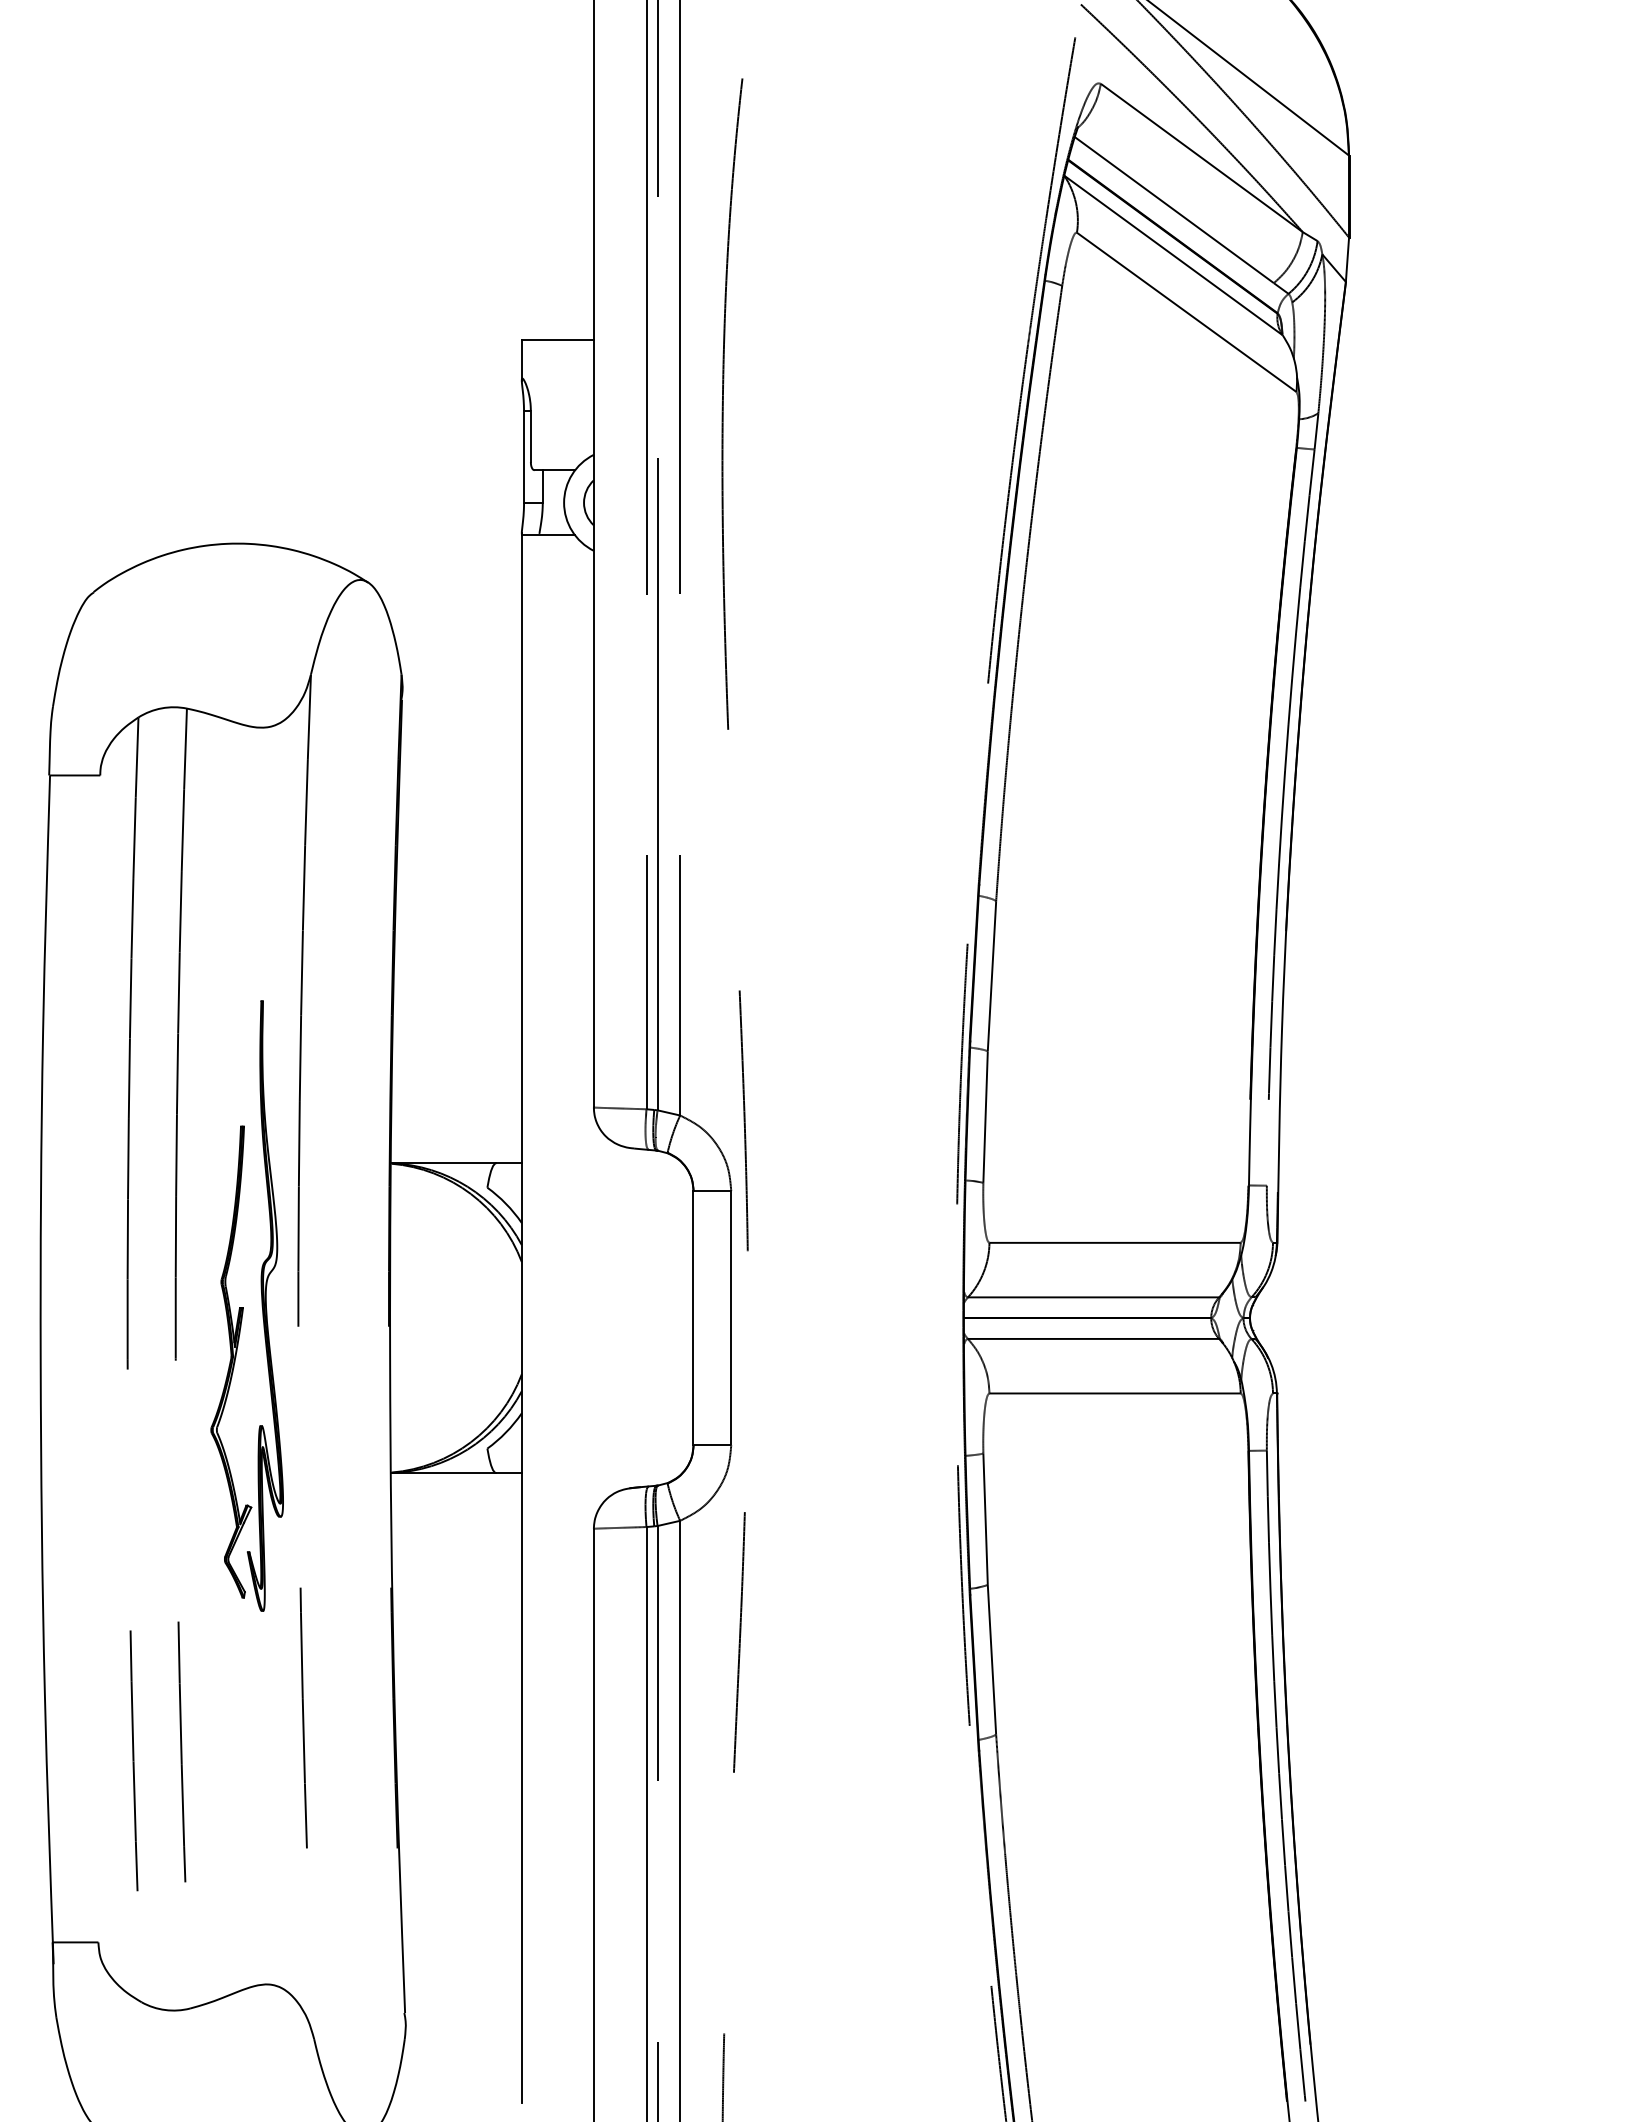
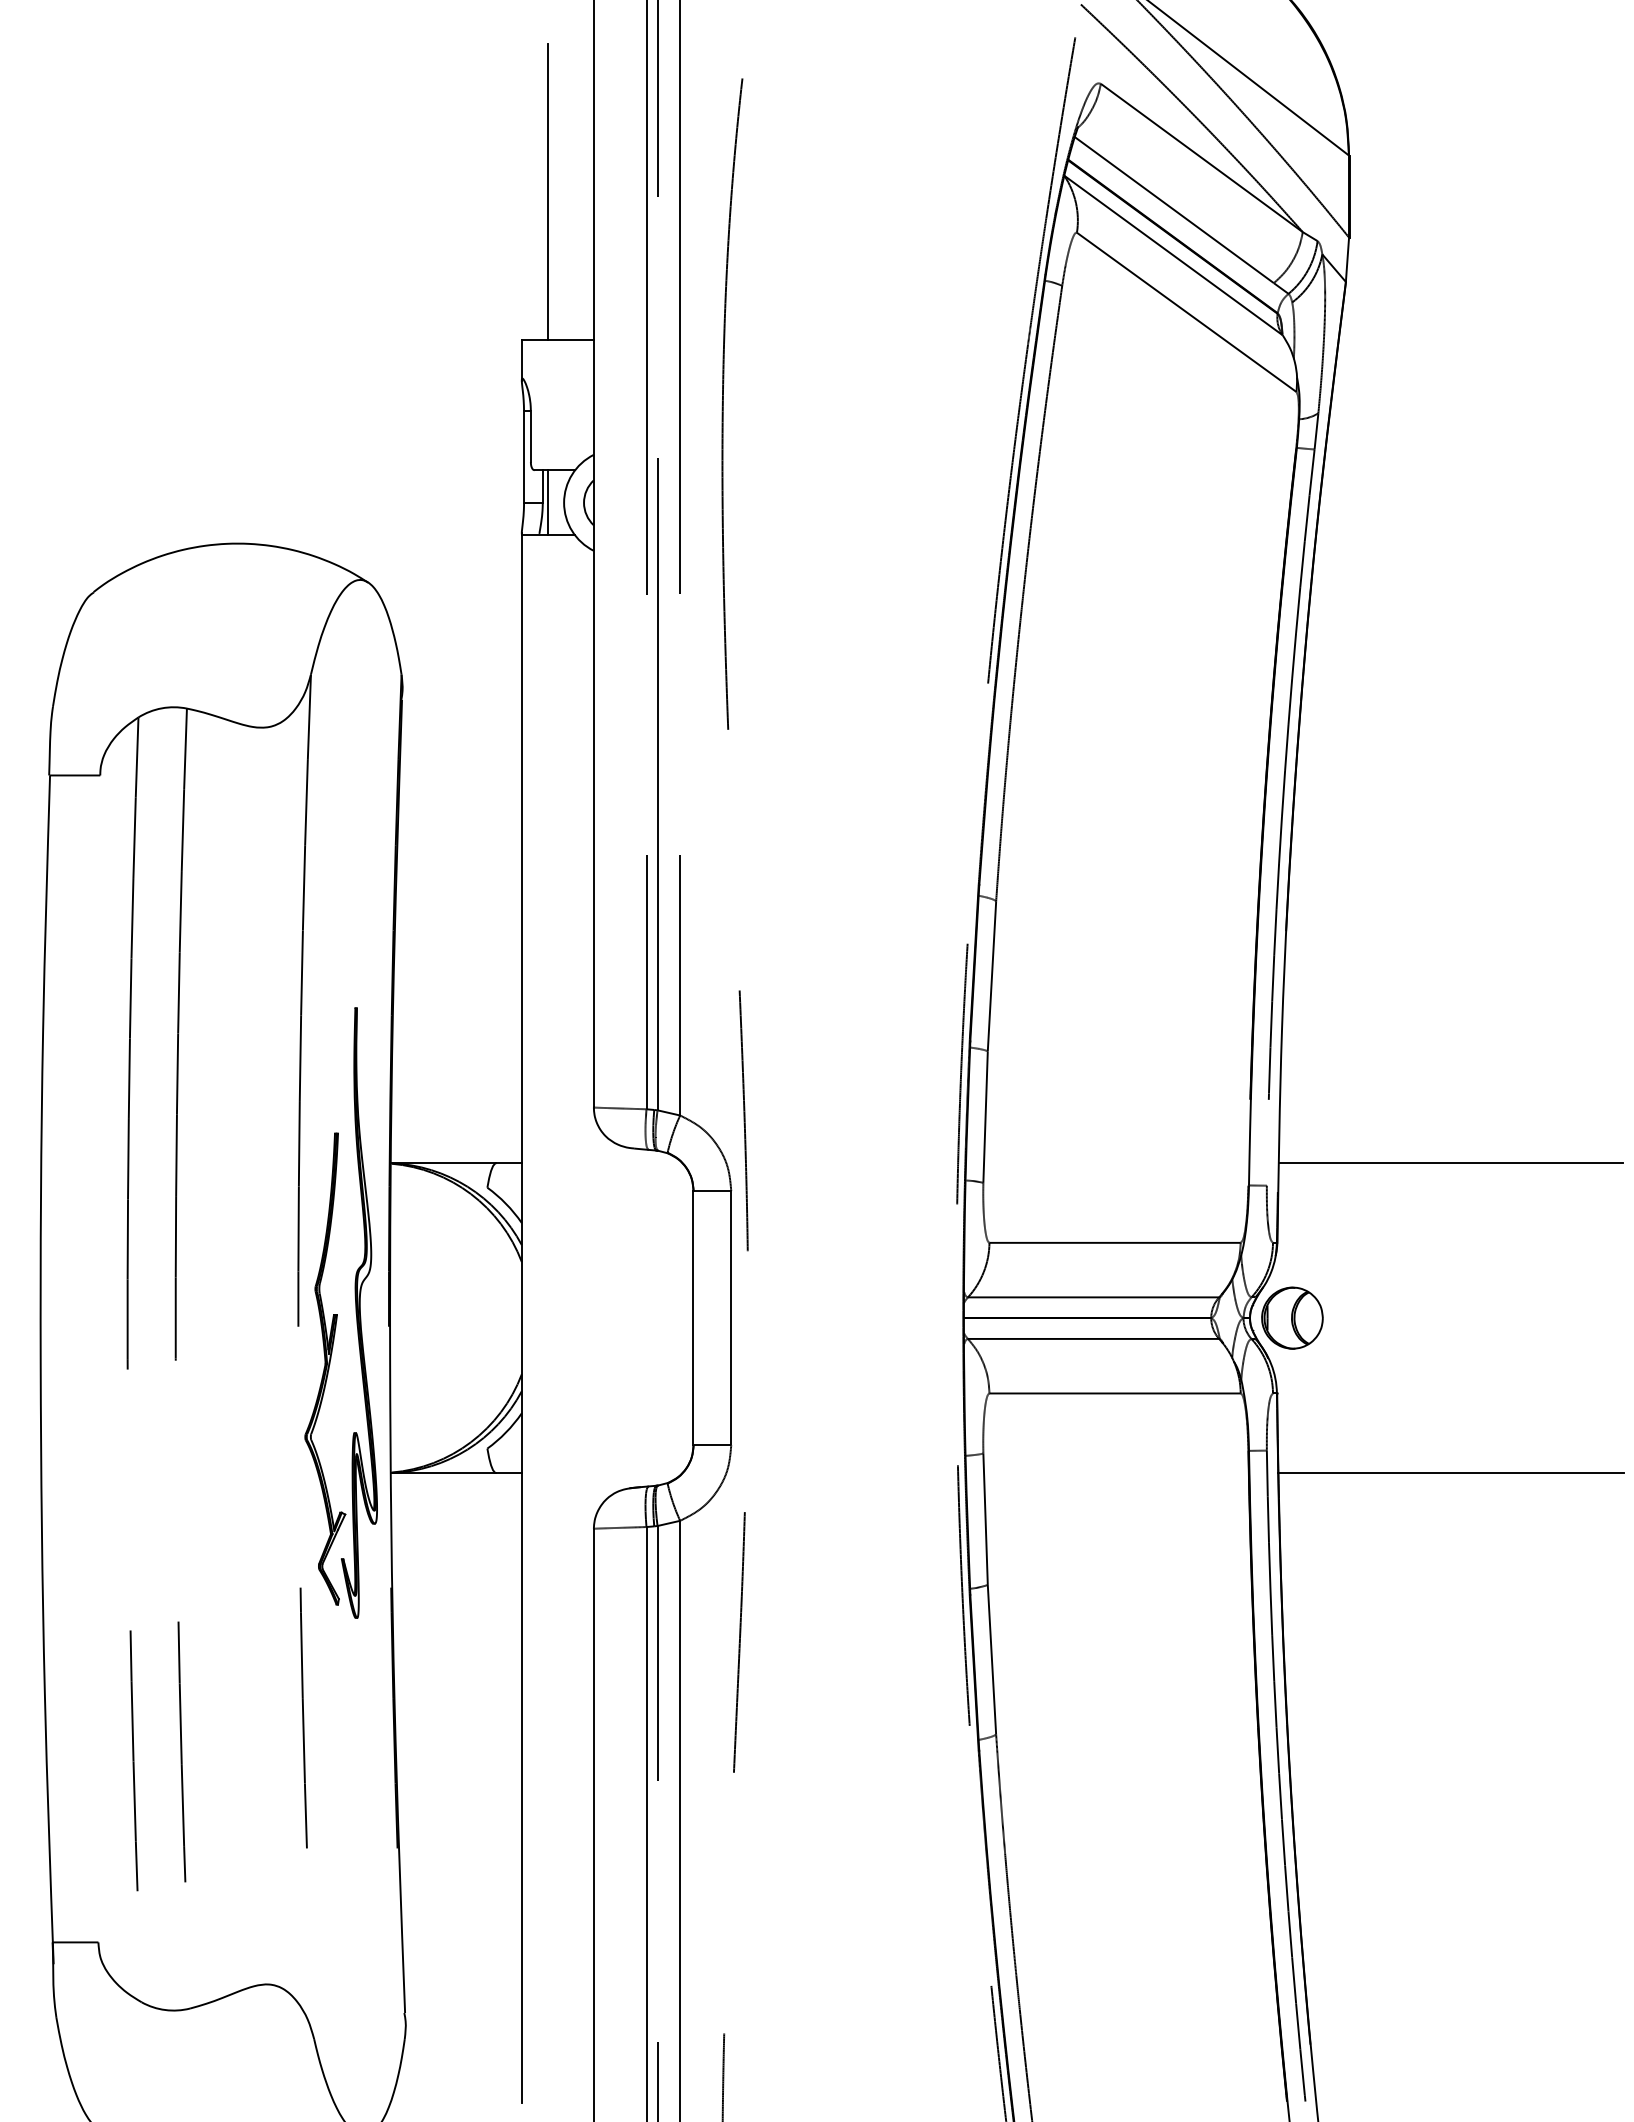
line at (547, 191): none -> present
line at (547, 502): none -> present
line at (1450, 1163): none -> present
part at (246, 1305) position: (246, 1305) -> (340, 1312)
part at (1292, 1317): none -> present
line at (1450, 1473): none -> present
